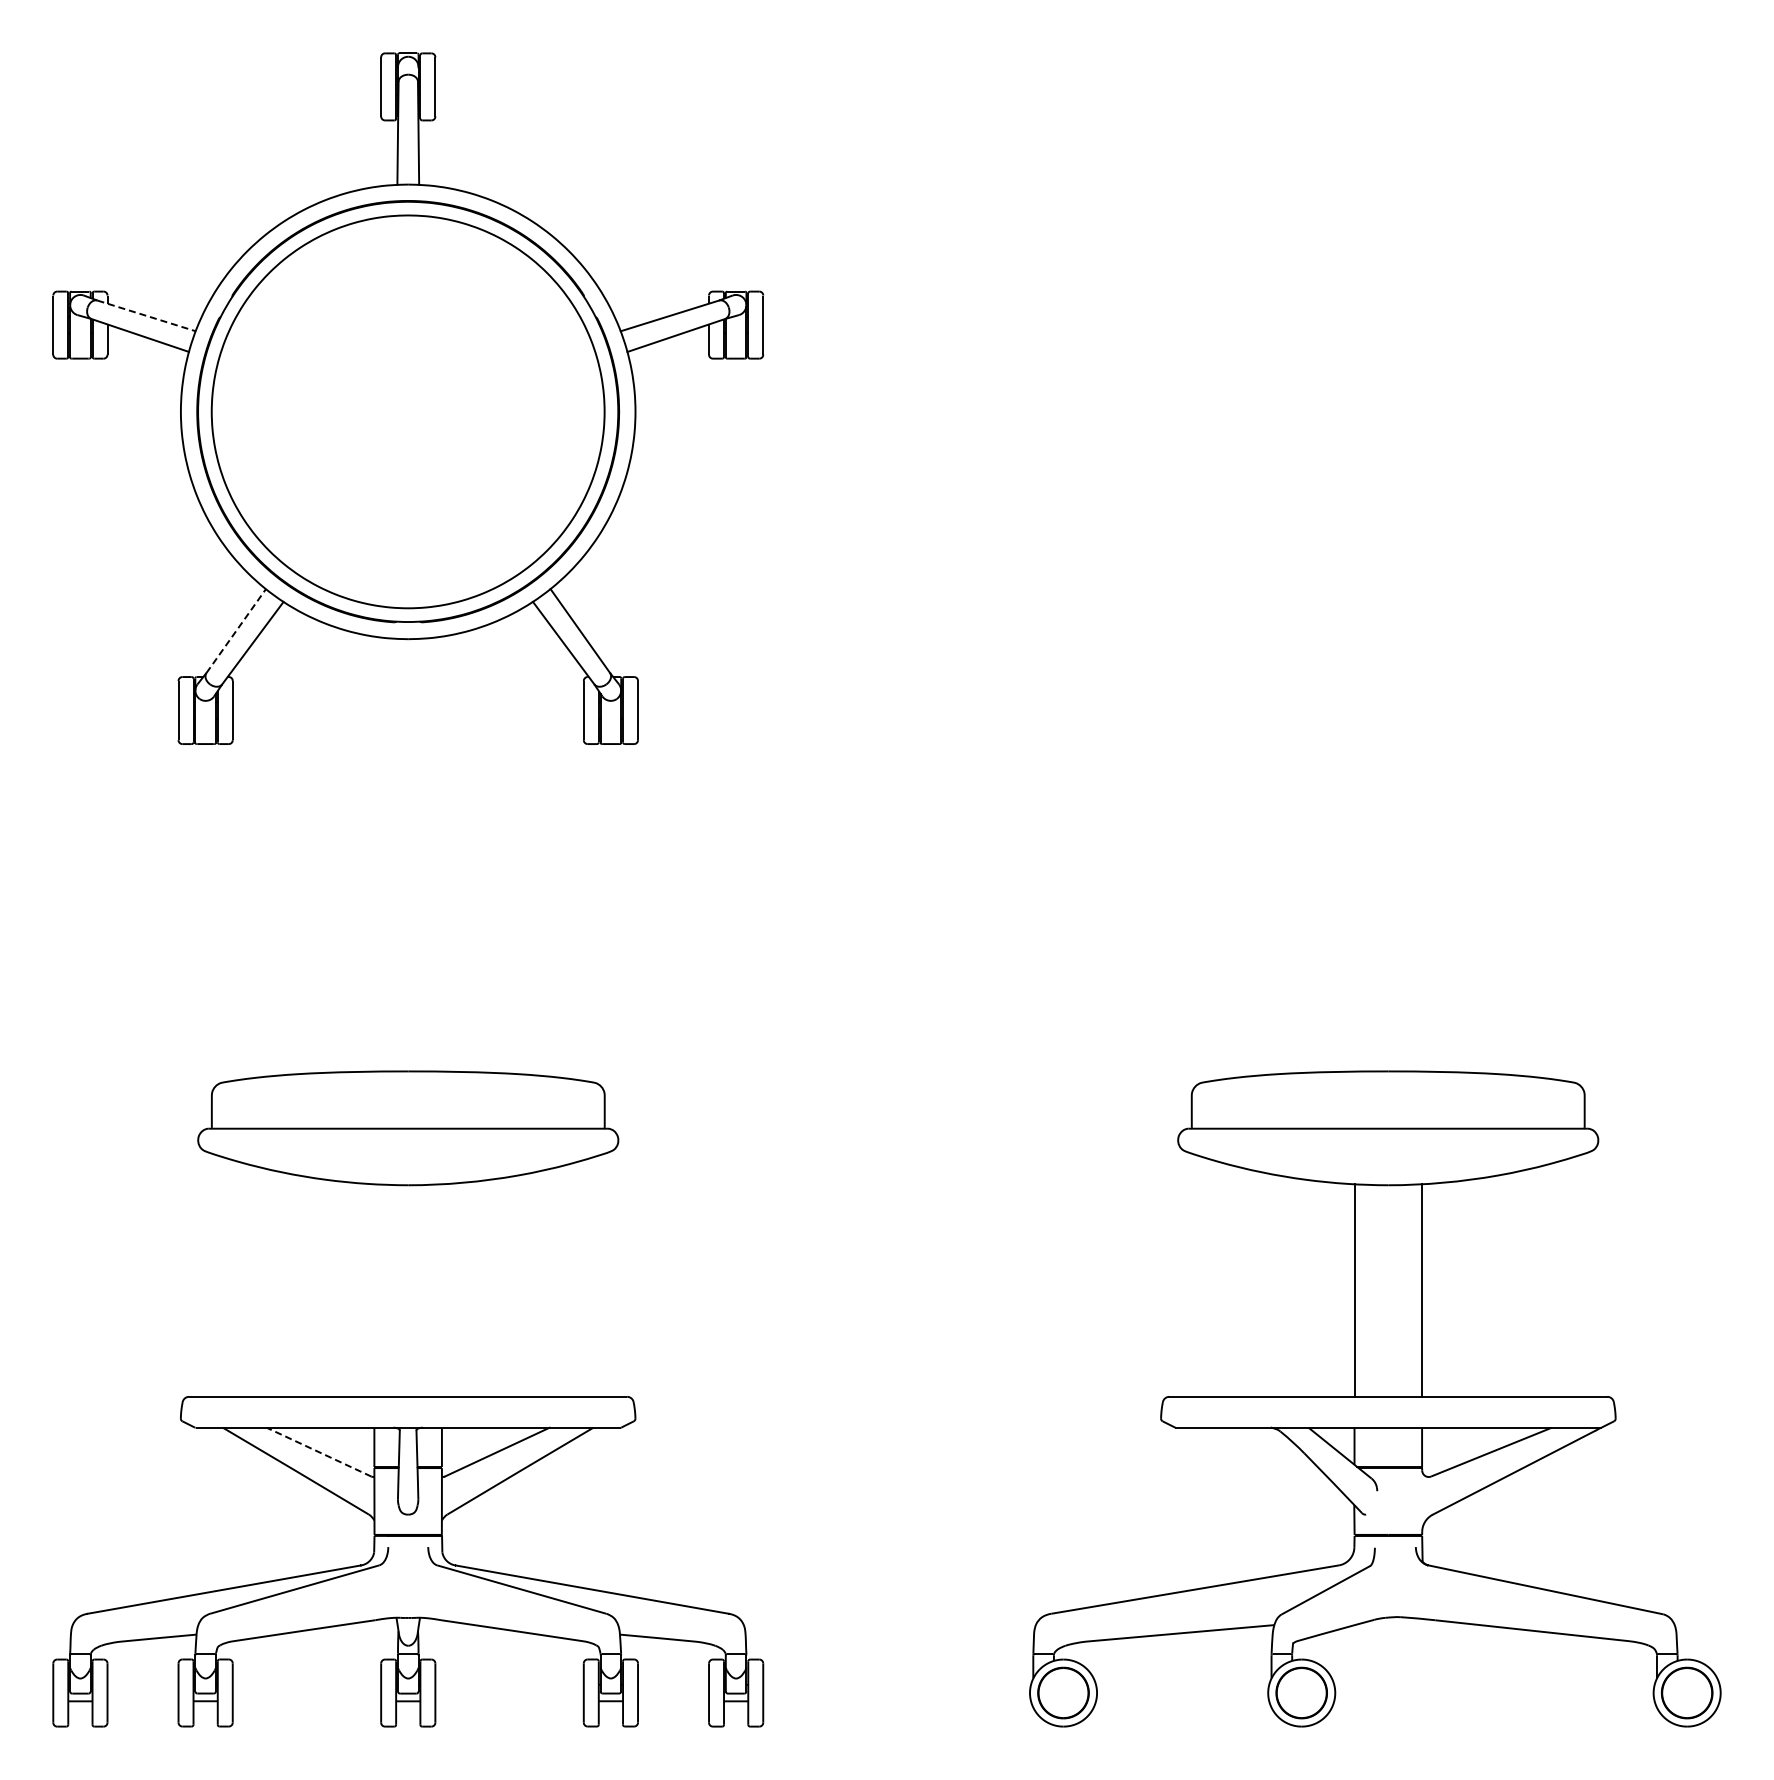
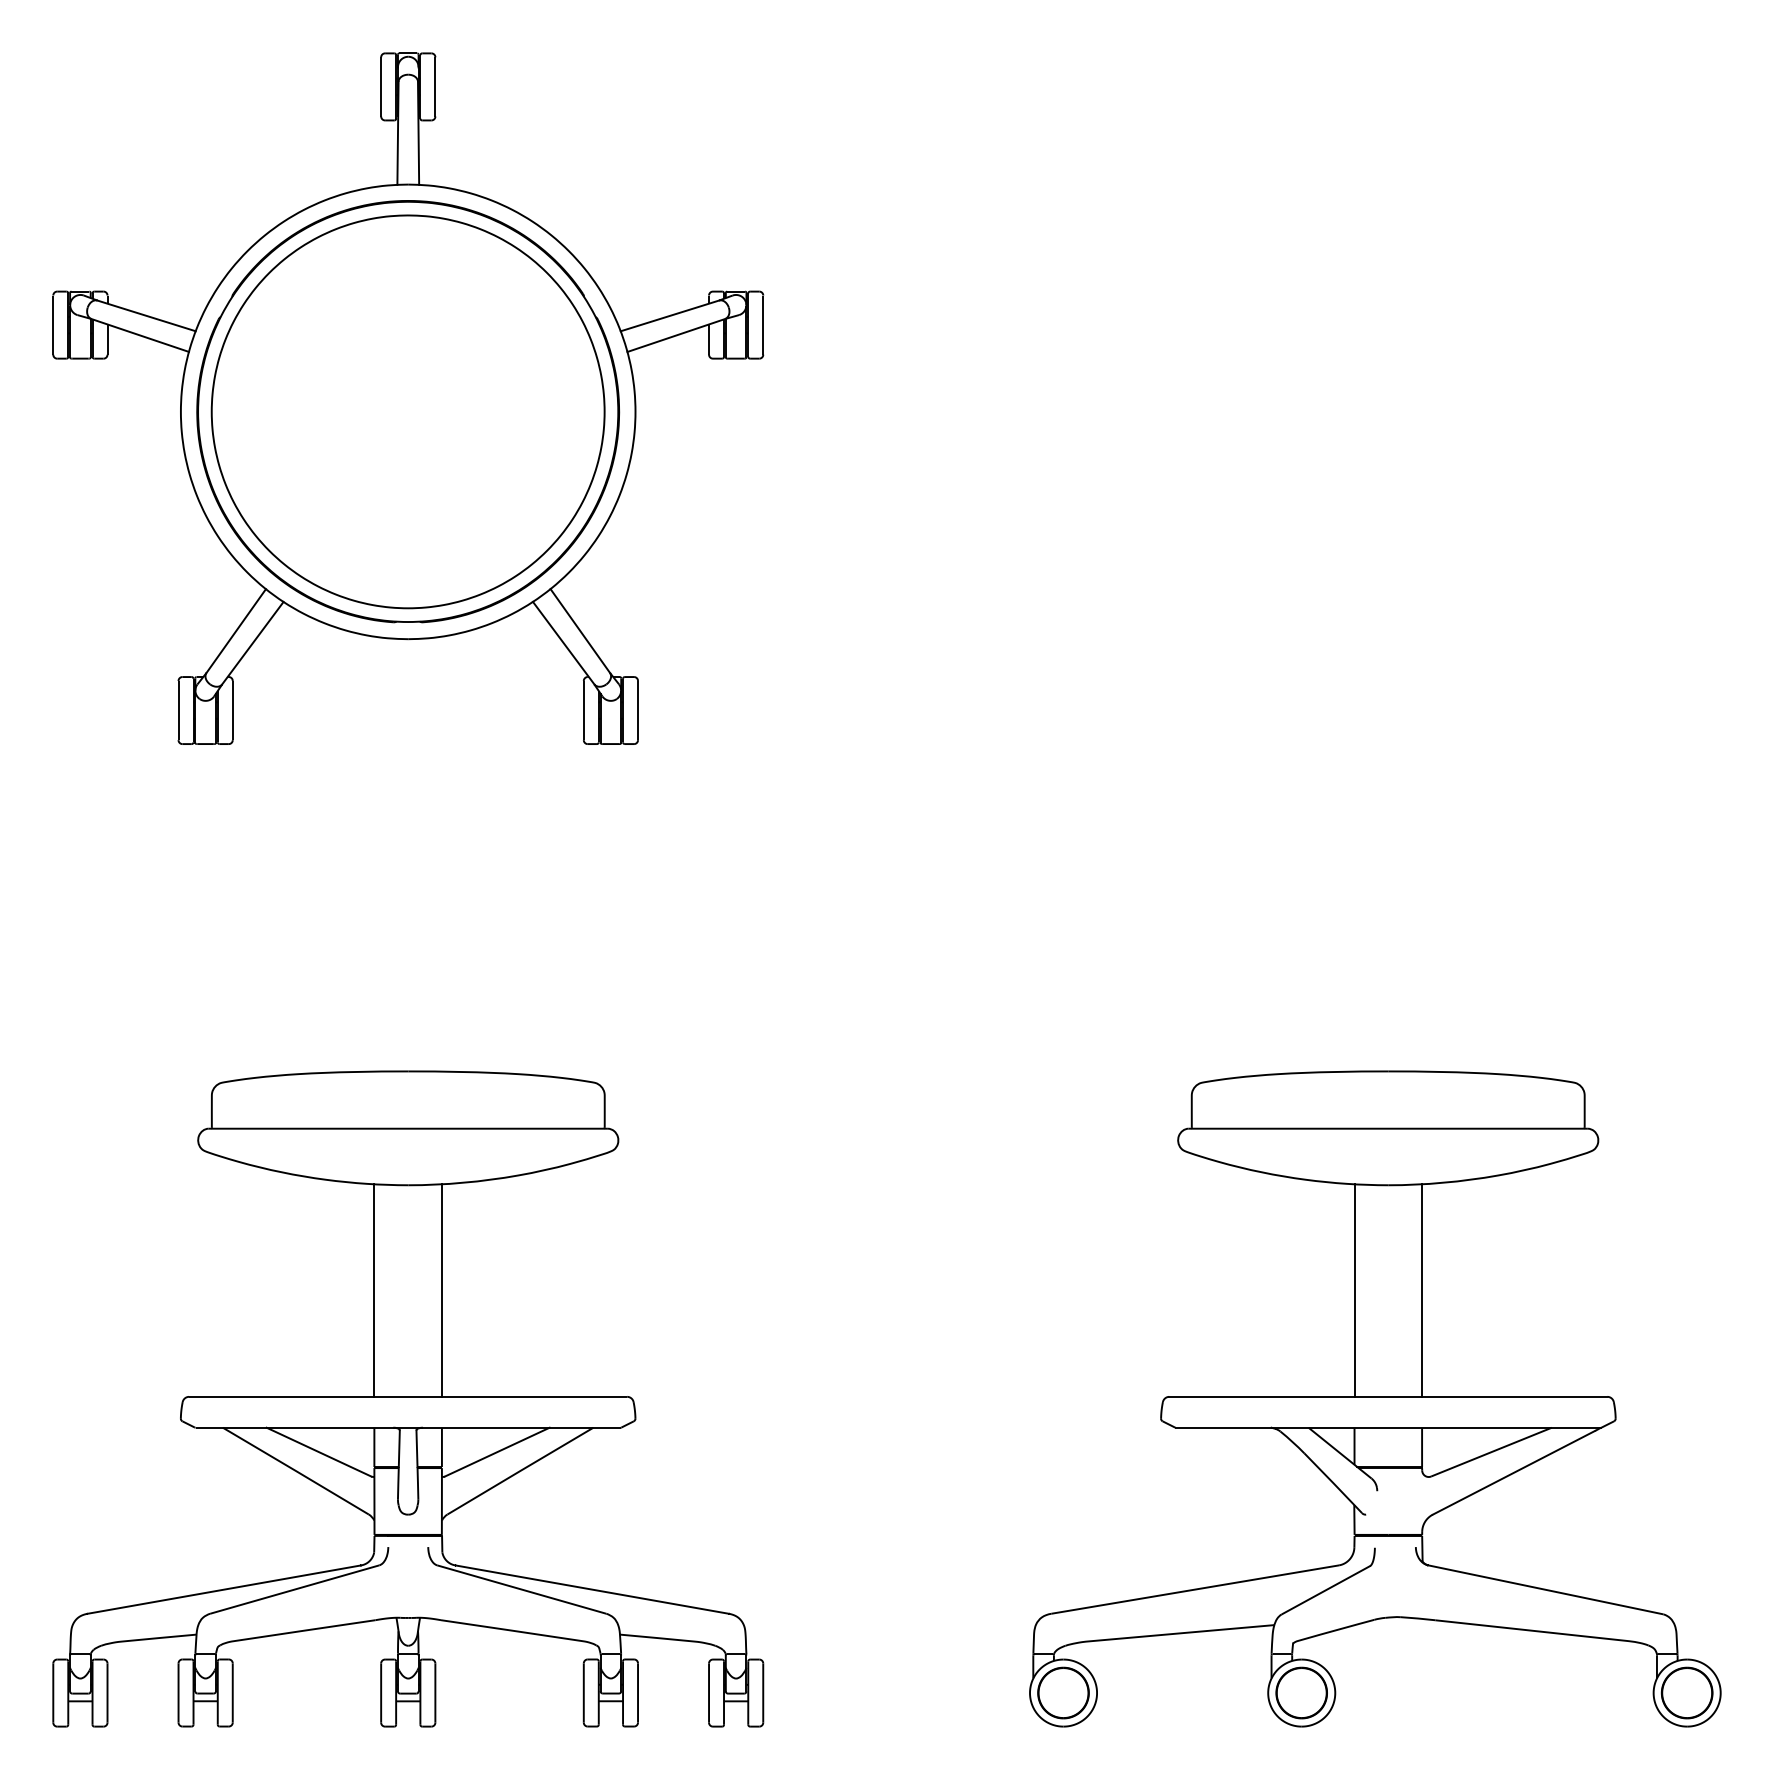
line at (147, 316): dashed -> solid
line at (236, 630): dashed -> solid
line at (374, 1290): none -> present
line at (441, 1290): none -> present
line at (319, 1452): dashed -> solid
